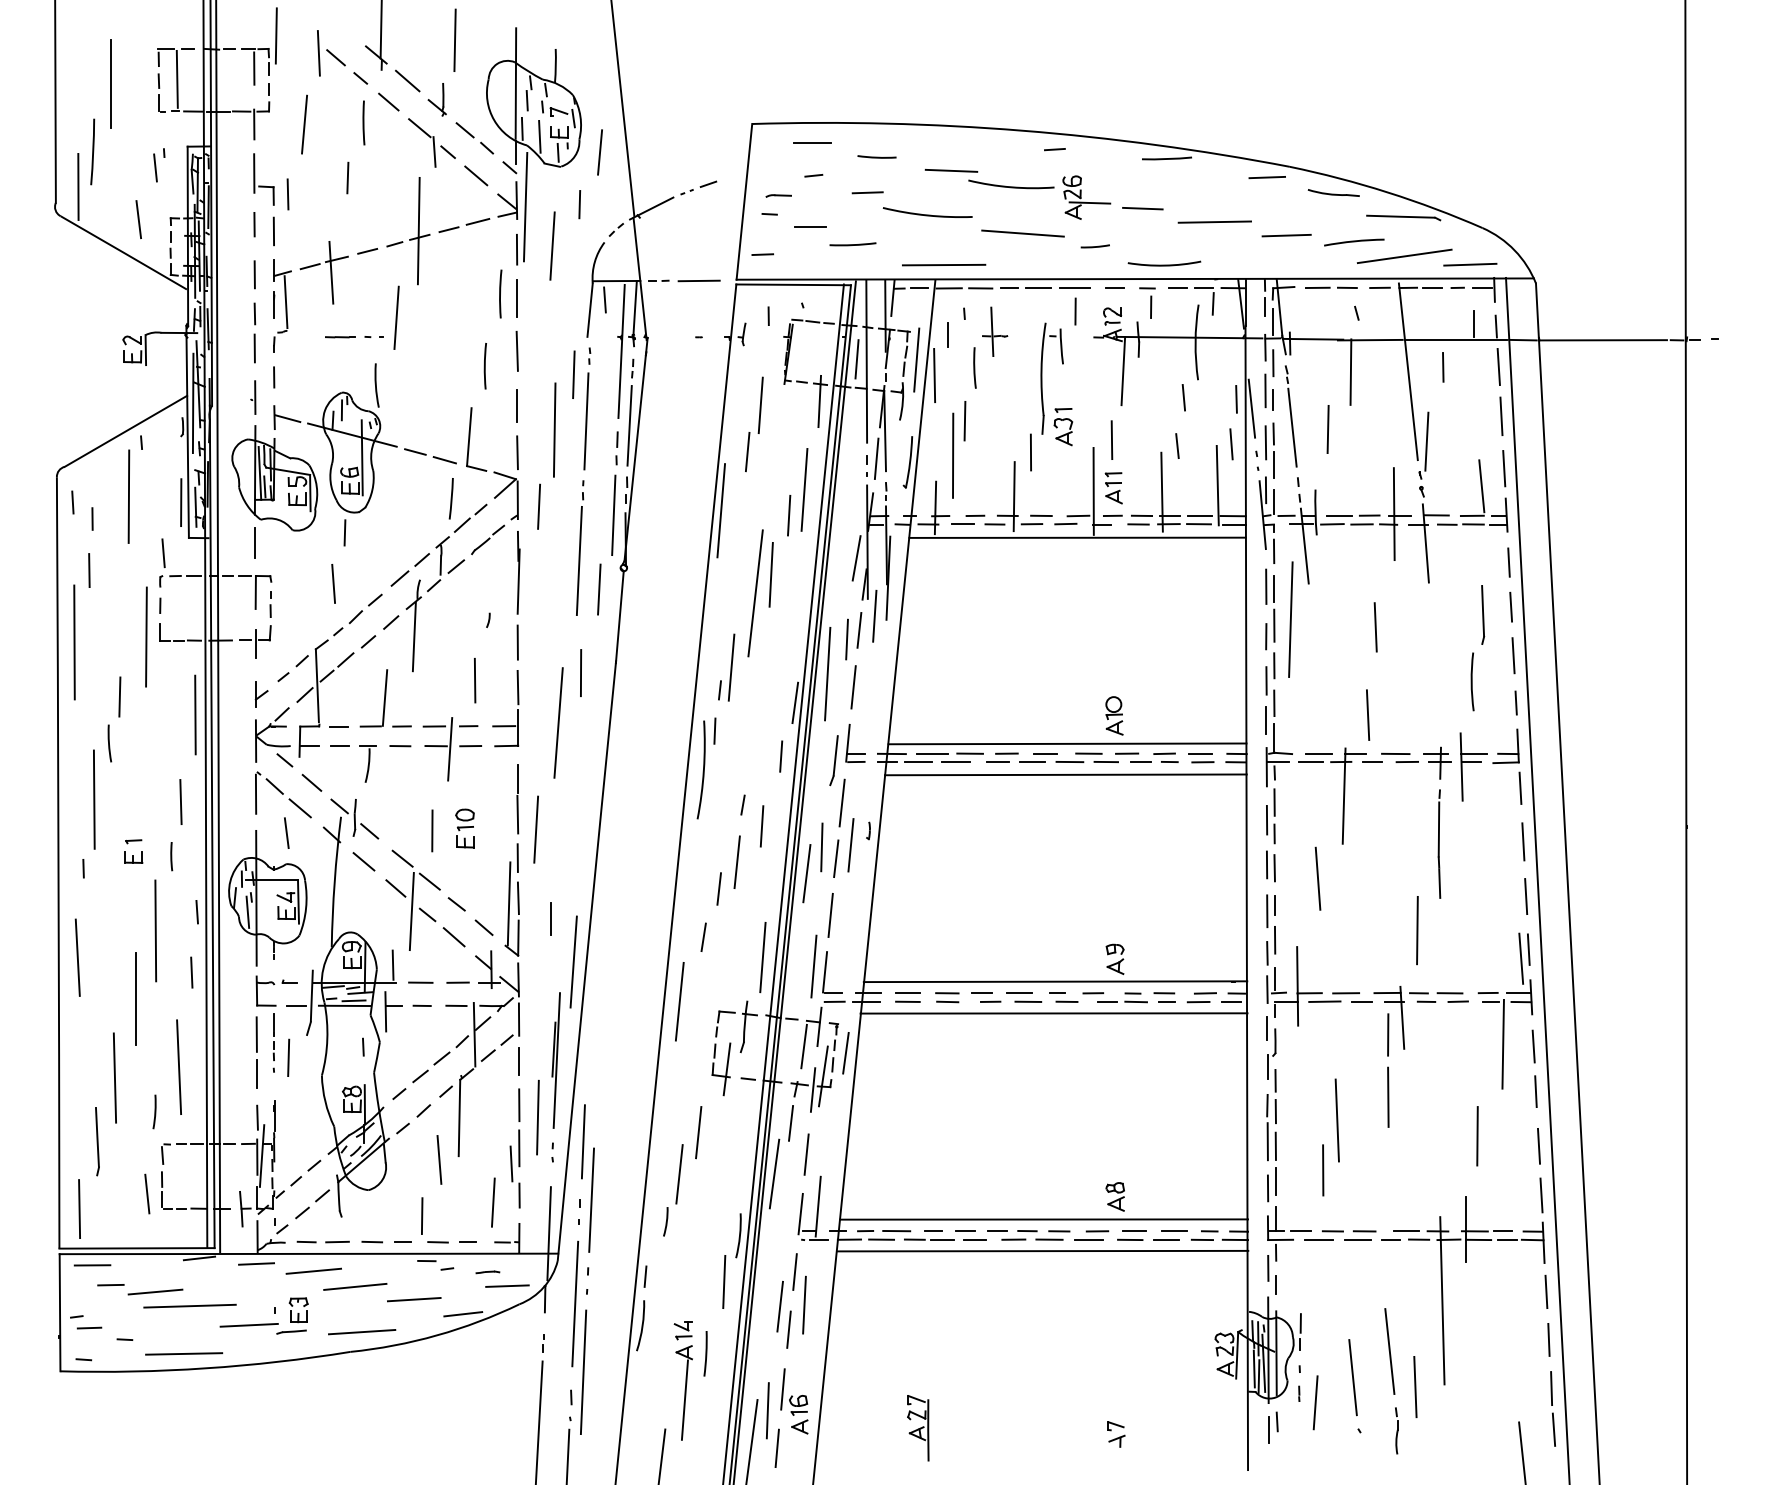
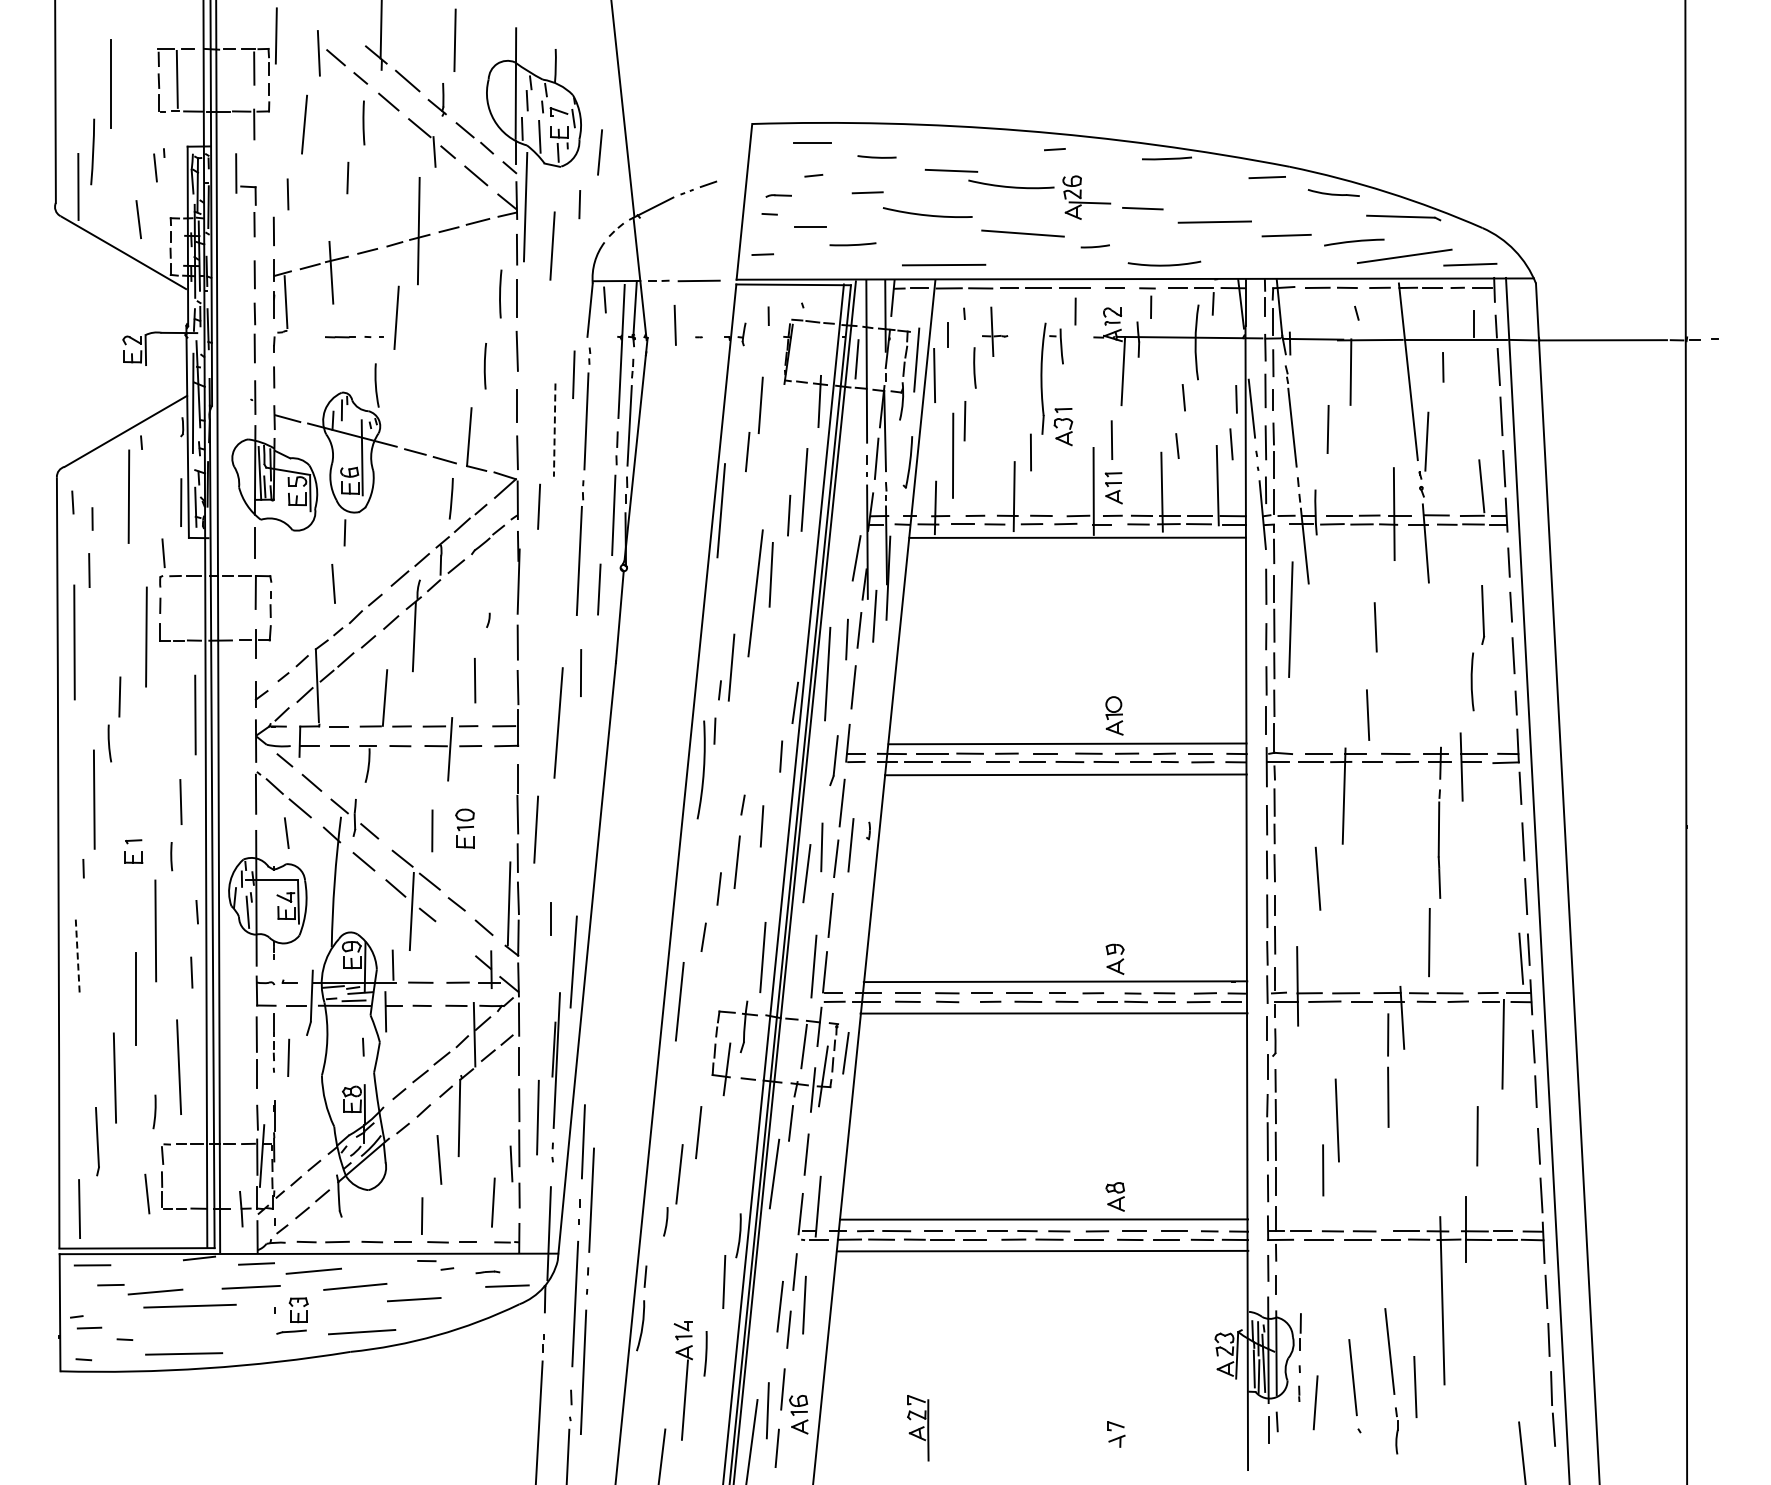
part at (263, 179) position: (263, 179) -> (245, 179)
line at (674, 325): none -> present
line at (554, 430): solid -> dashed
line at (1417, 930) position: (1417, 930) -> (1429, 942)
line at (453, 937): present -> none
line at (77, 958): solid -> dashed
line at (463, 1314): present -> none
line at (248, 1325) position: (248, 1325) -> (250, 1287)
